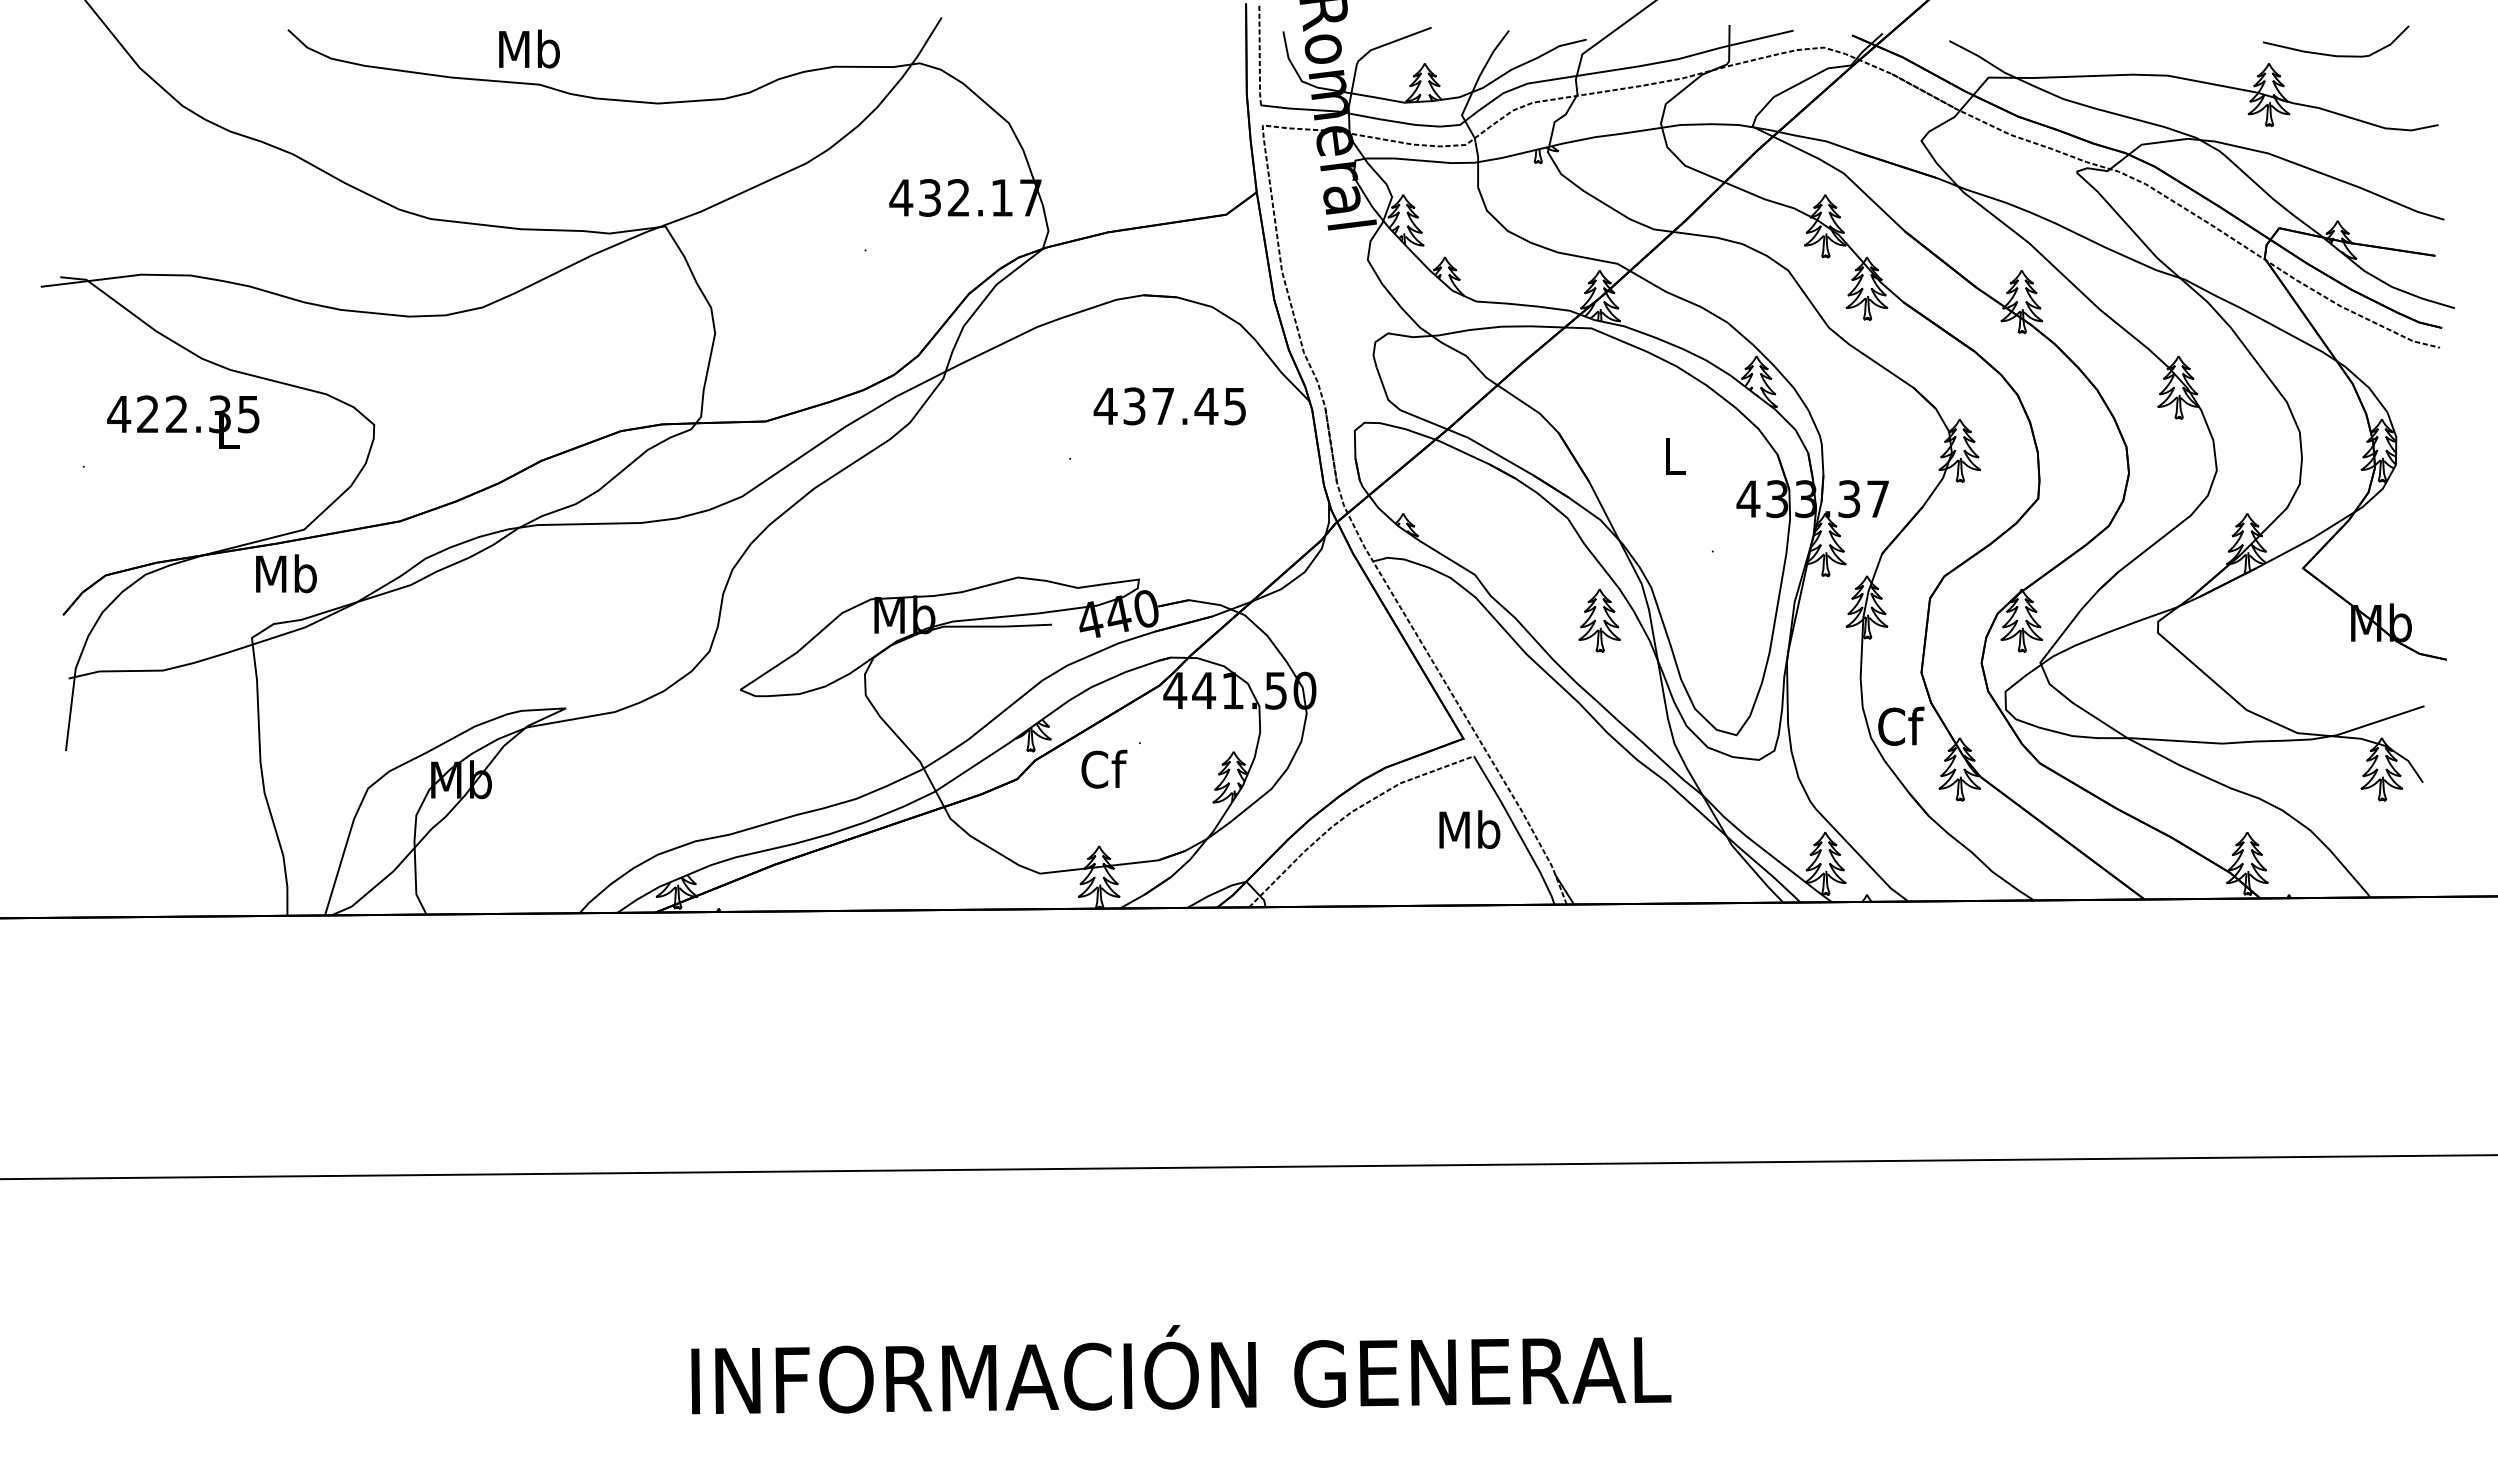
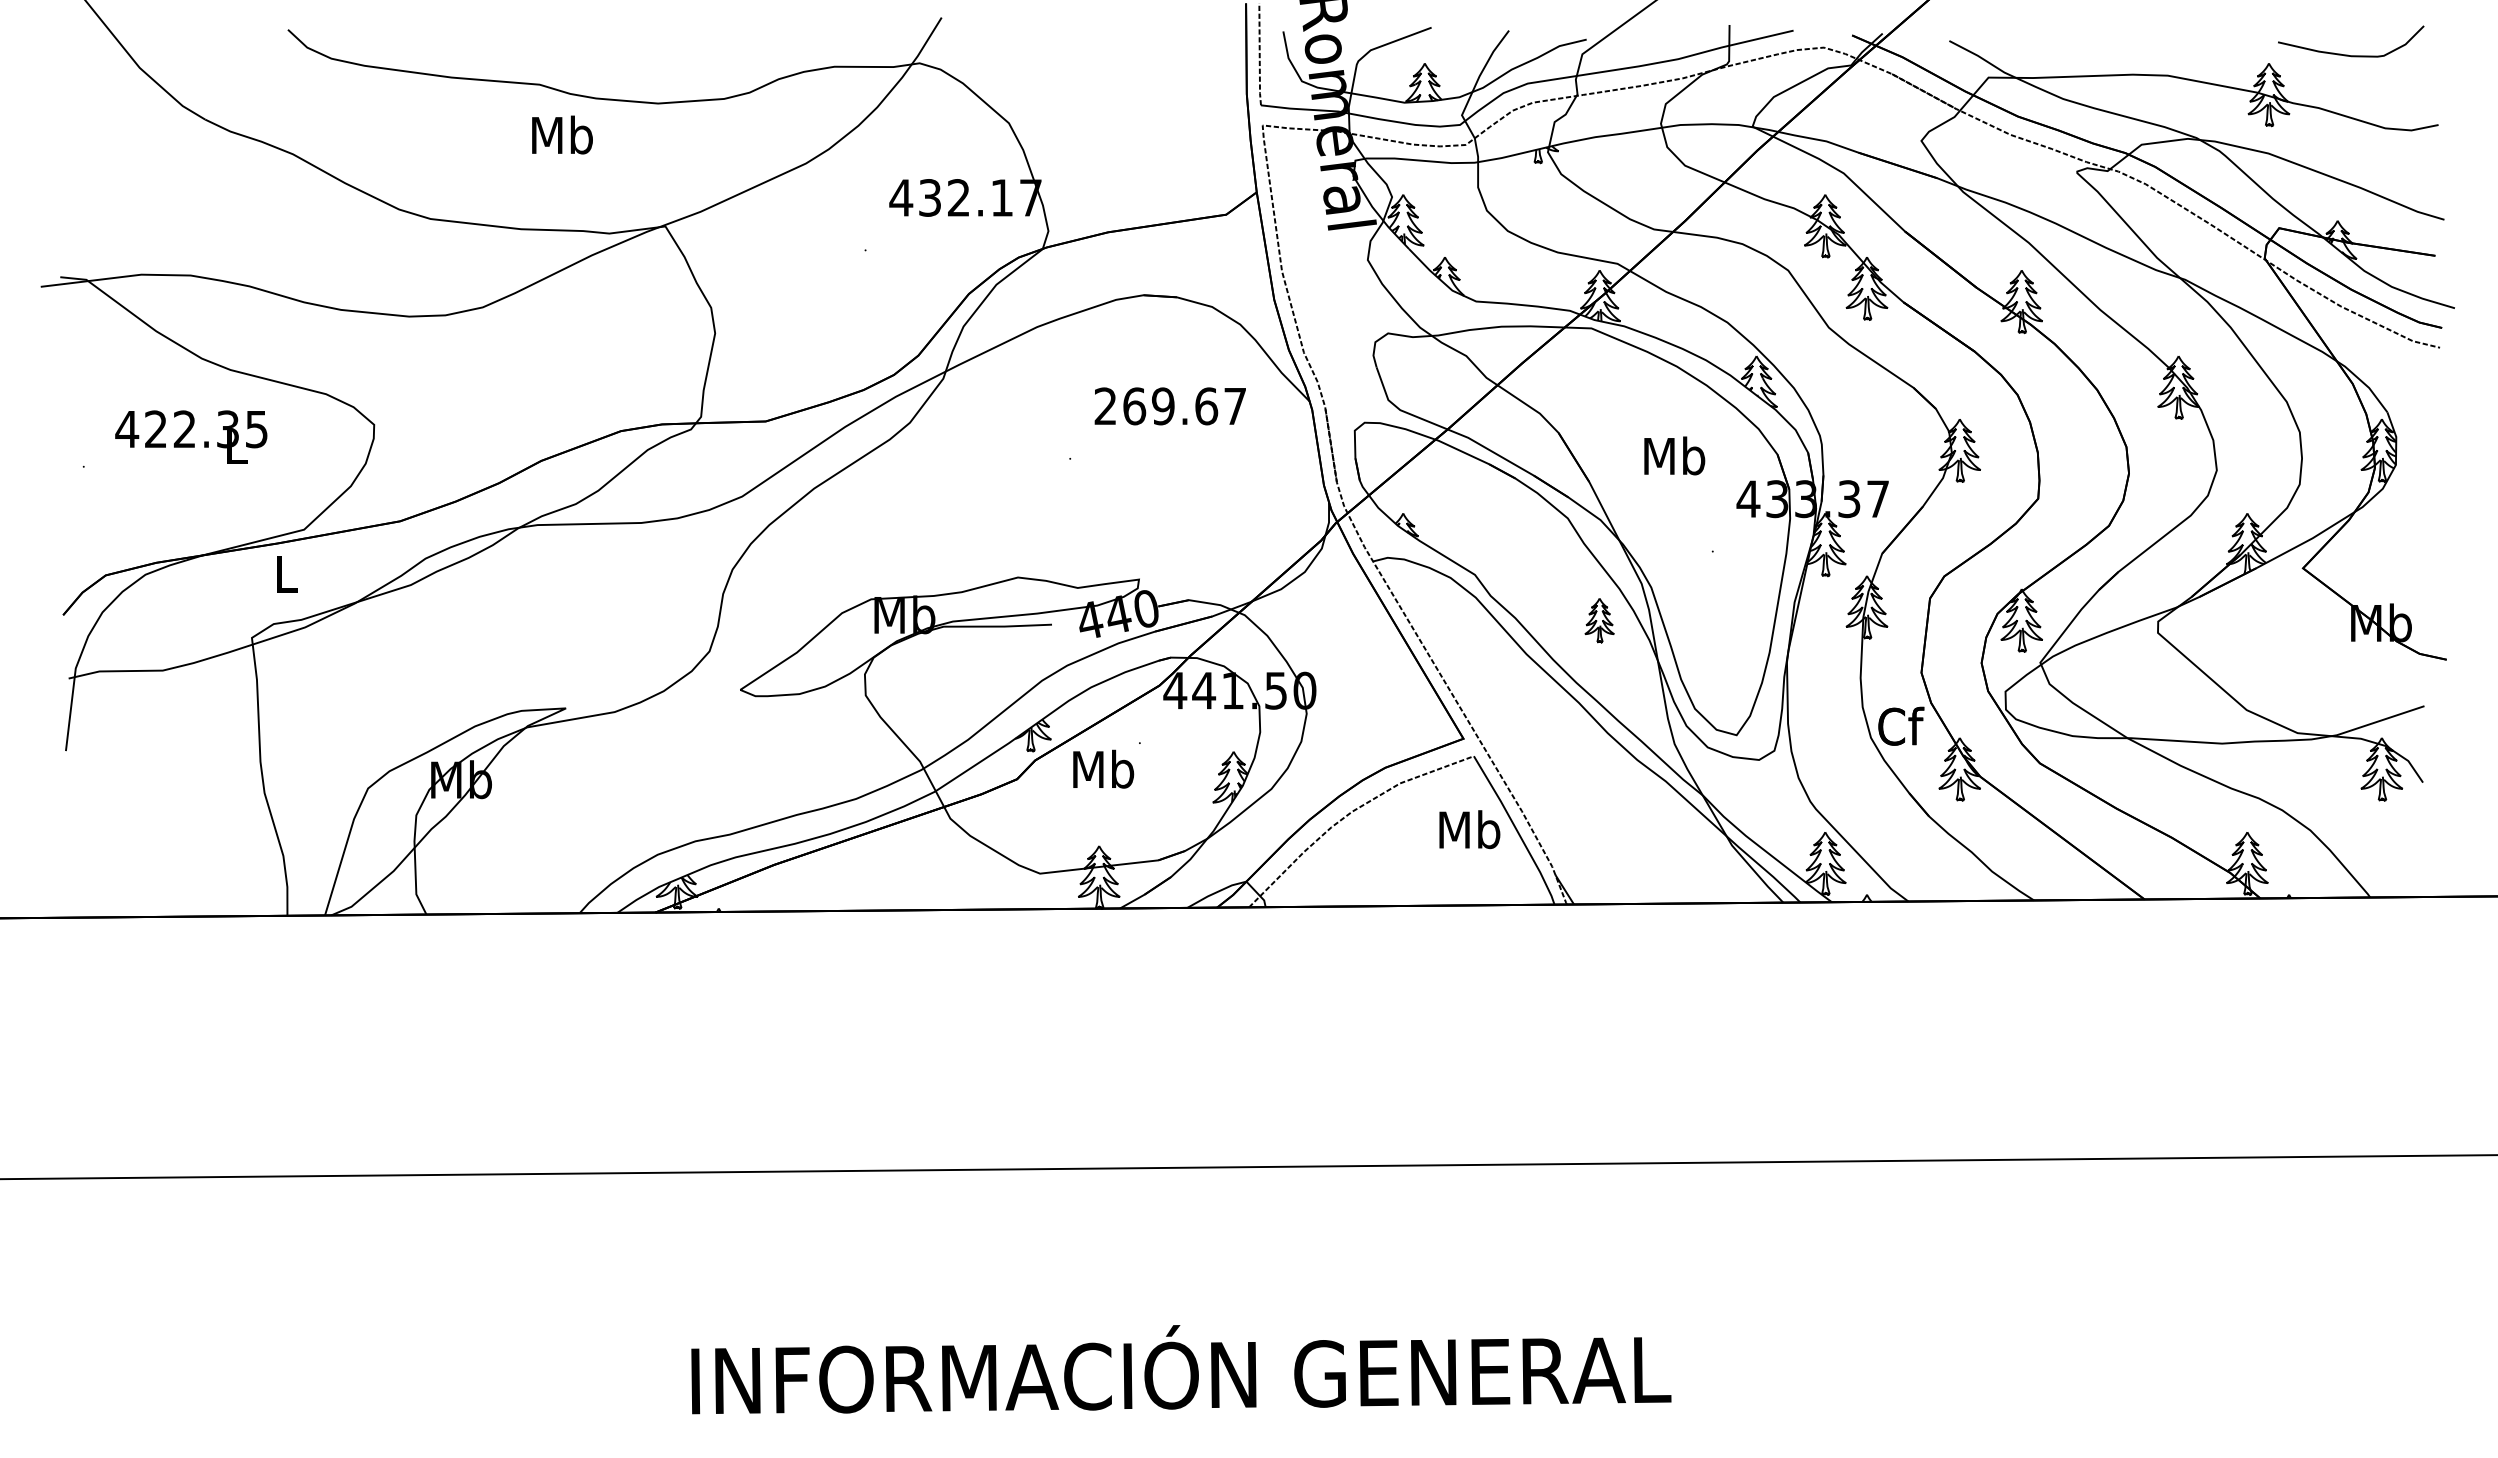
text at (529, 48) position: (529, 48) -> (562, 134)
curve at (2333, 54) position: (2333, 54) -> (2348, 54)
text at (1169, 406): 437.45 -> 269.67
text at (183, 421) position: (183, 421) -> (191, 436)
text at (1674, 455): L -> Mb
text at (286, 573): Mb -> L
part at (1599, 620) size: 43x65 px -> 31x46 px
text at (1103, 768): Cf -> Mb
